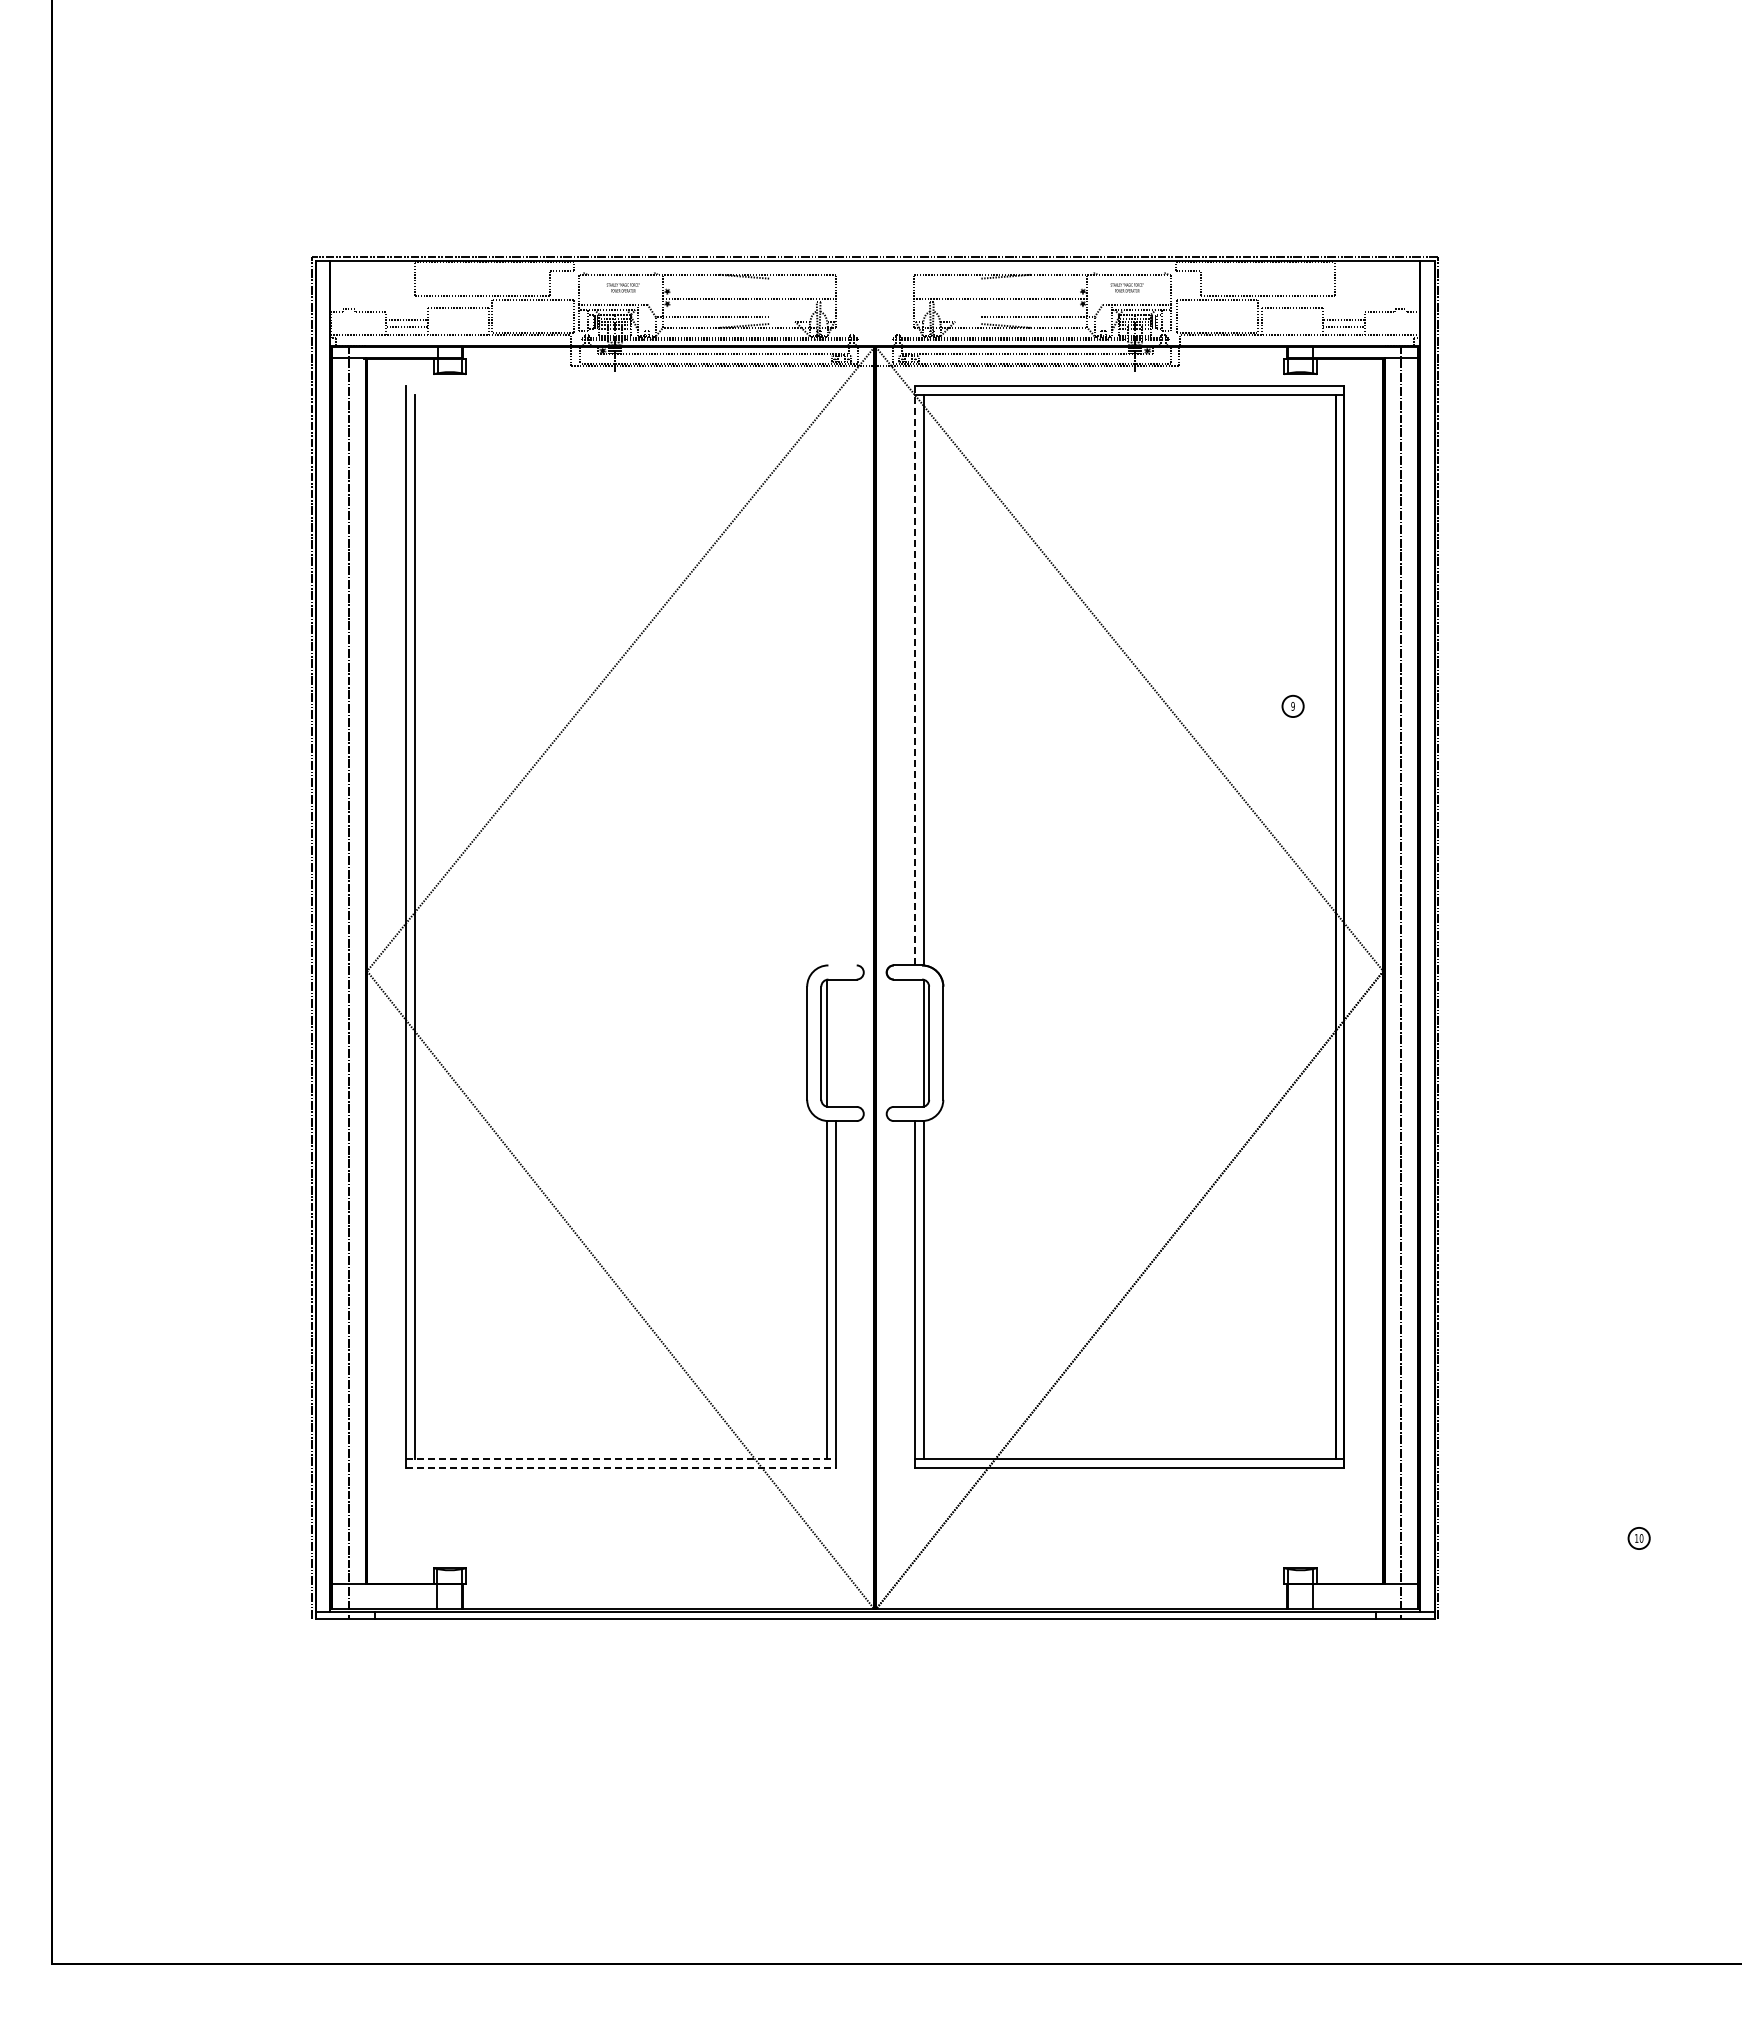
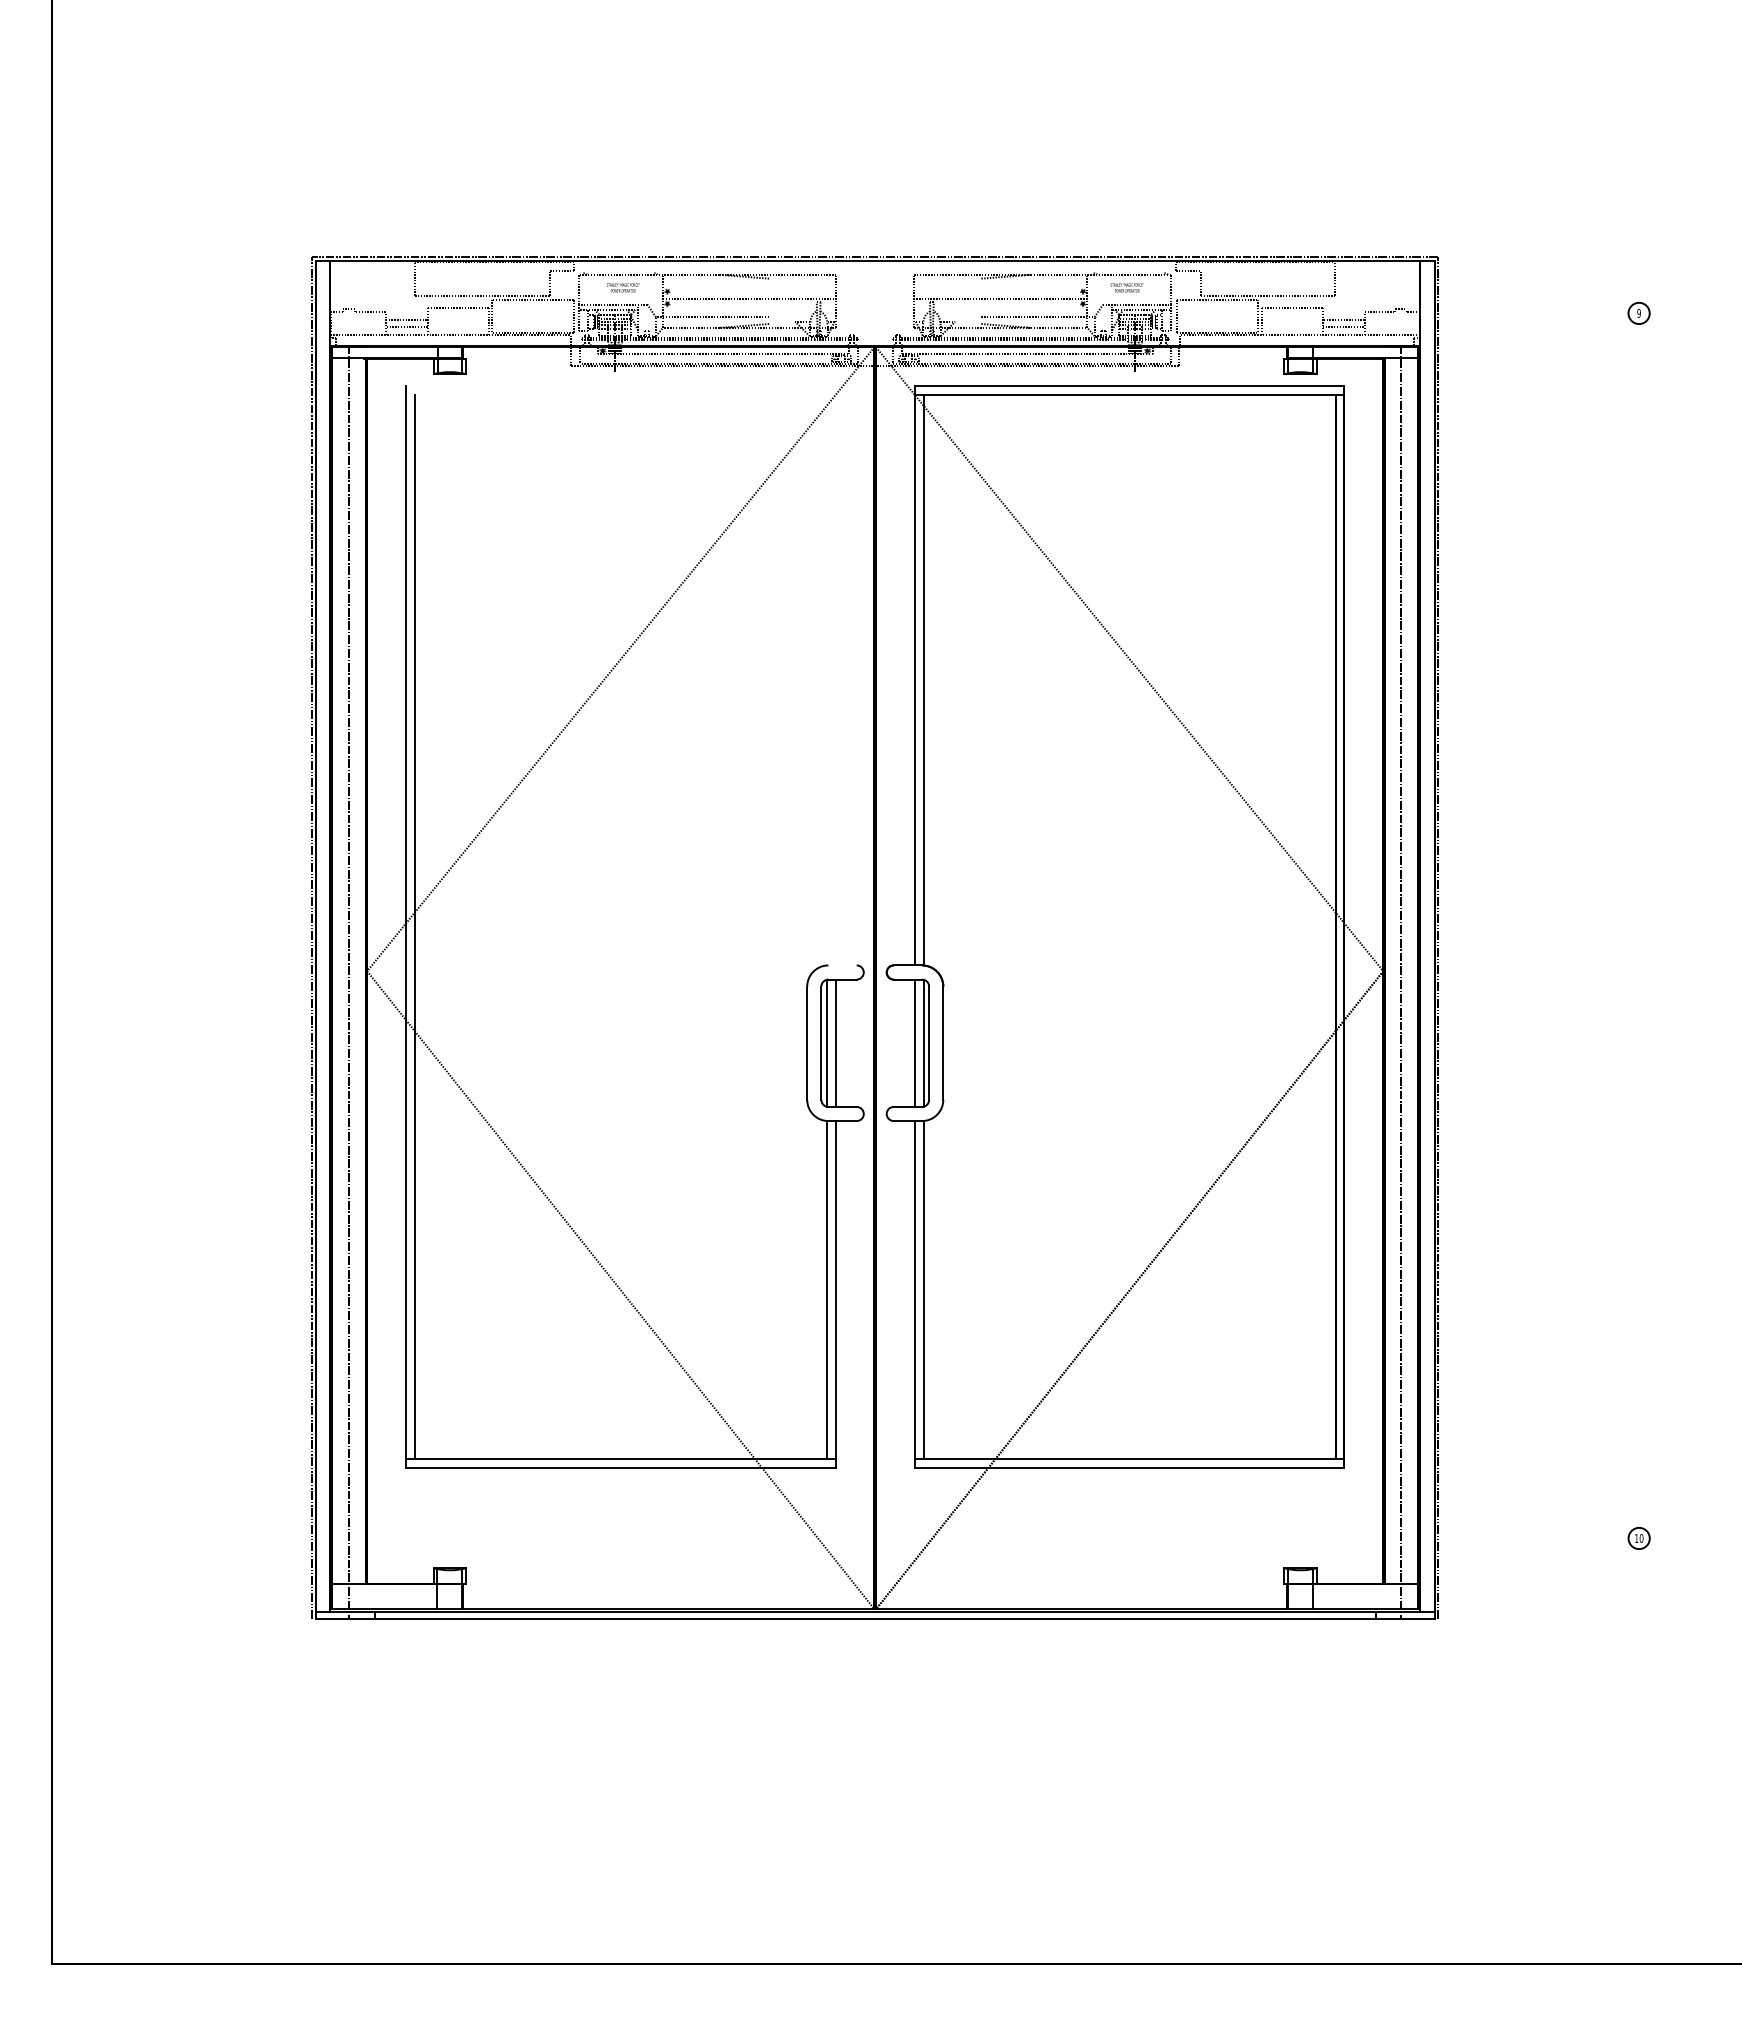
line at (915, 675): dashed -> solid
part at (1292, 705) position: (1292, 705) -> (1638, 312)
line at (835, 1042): none -> present
line at (915, 1042): none -> present
line at (620, 1458): dashed -> solid
line at (620, 1467): dashed -> solid
